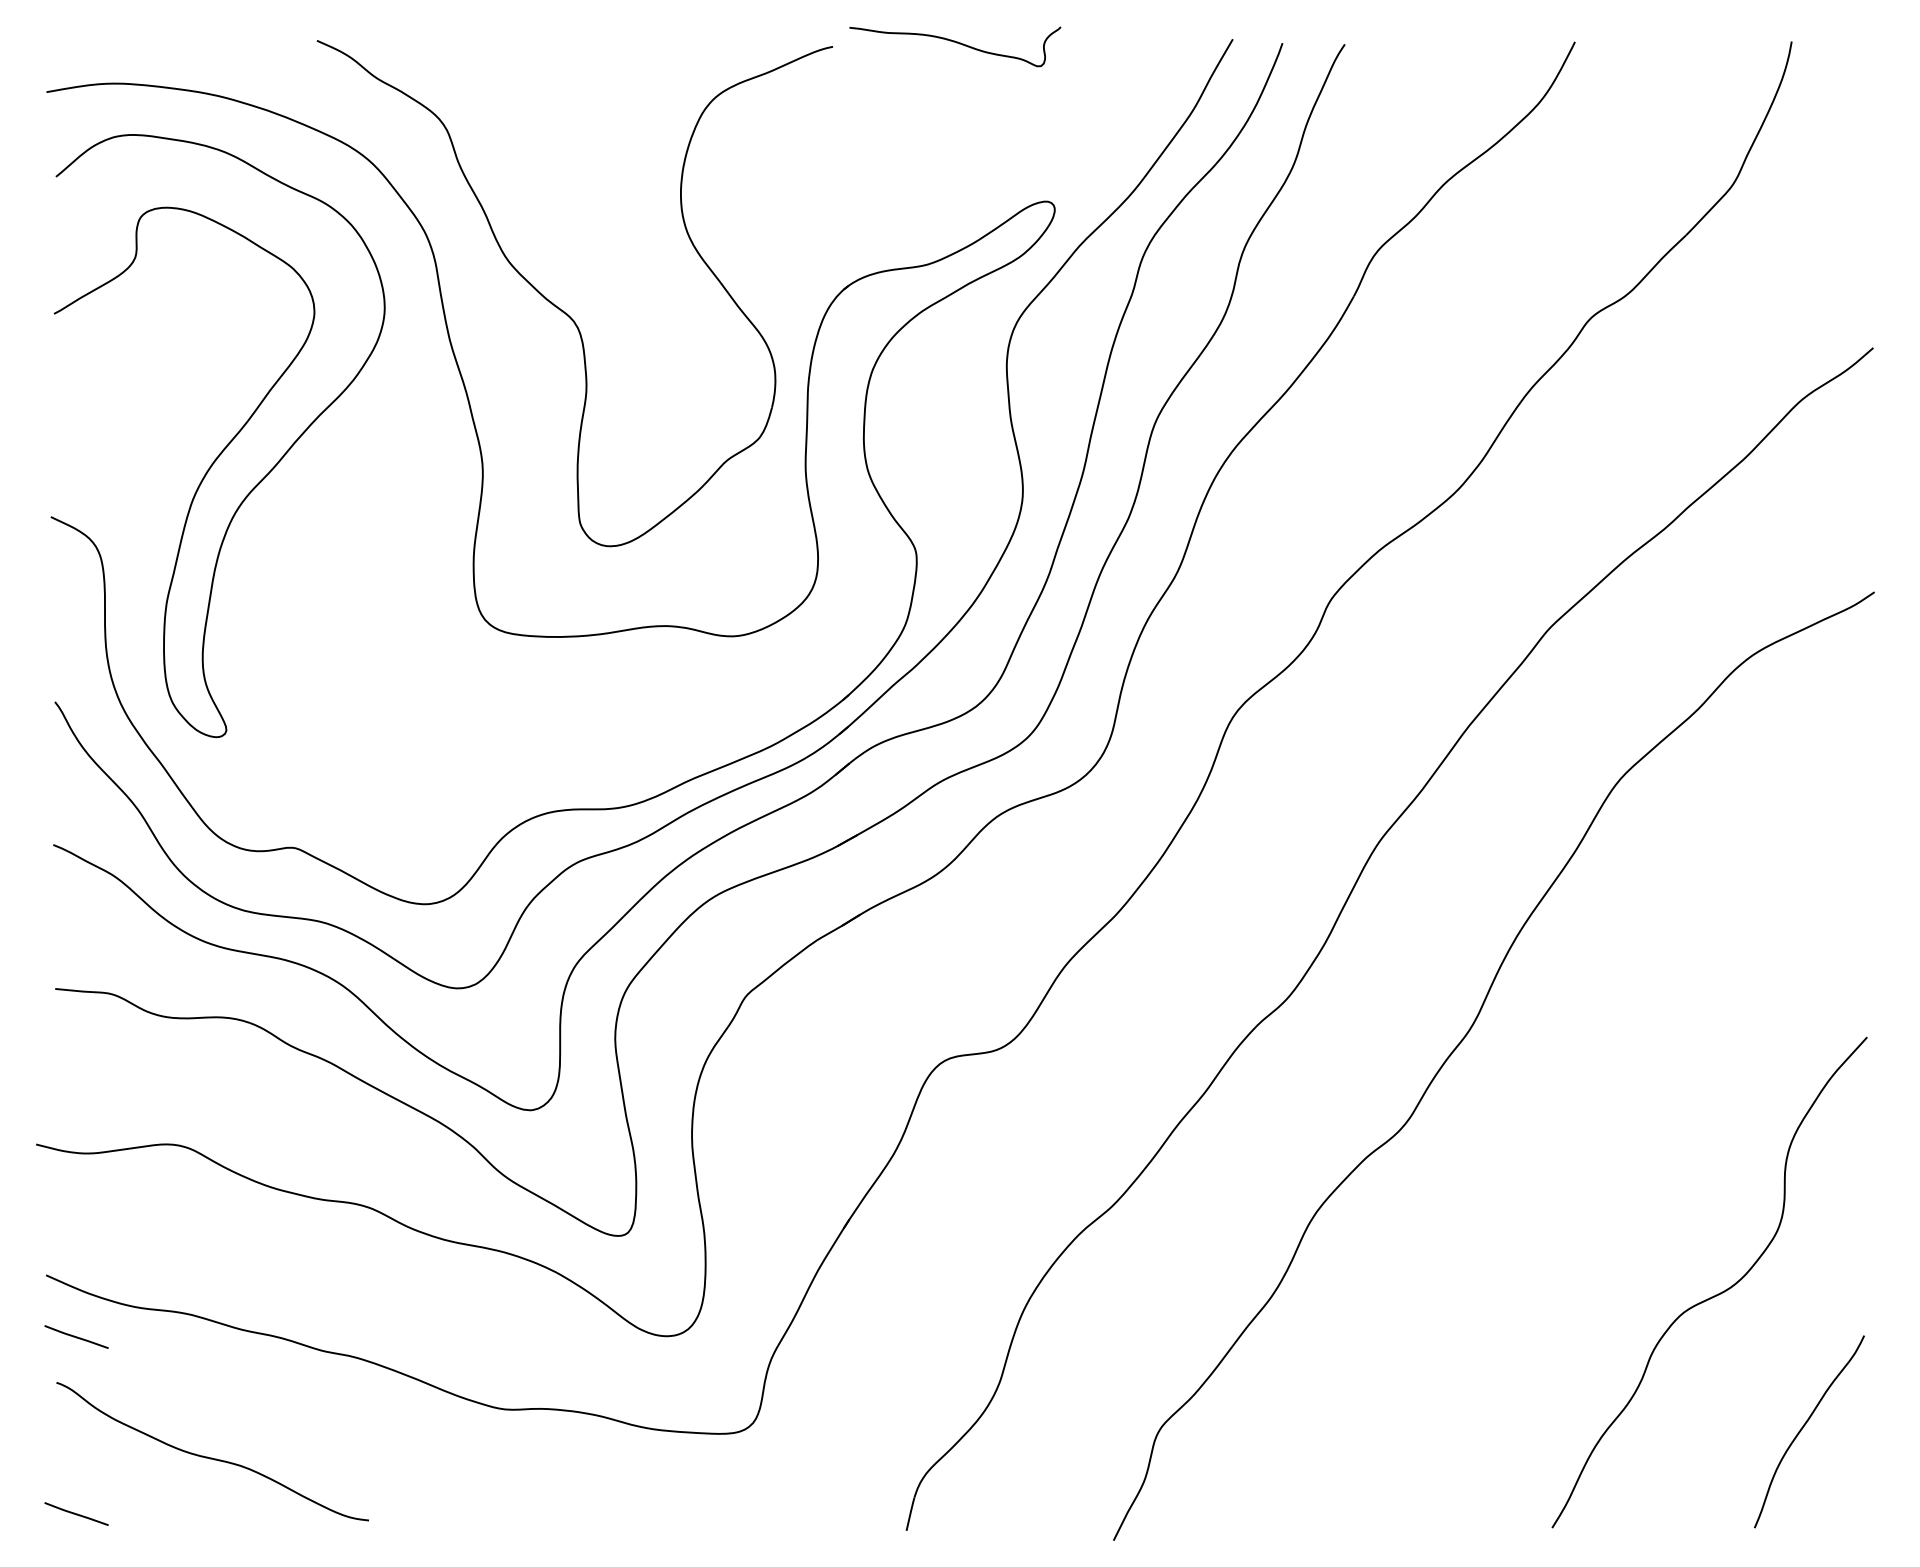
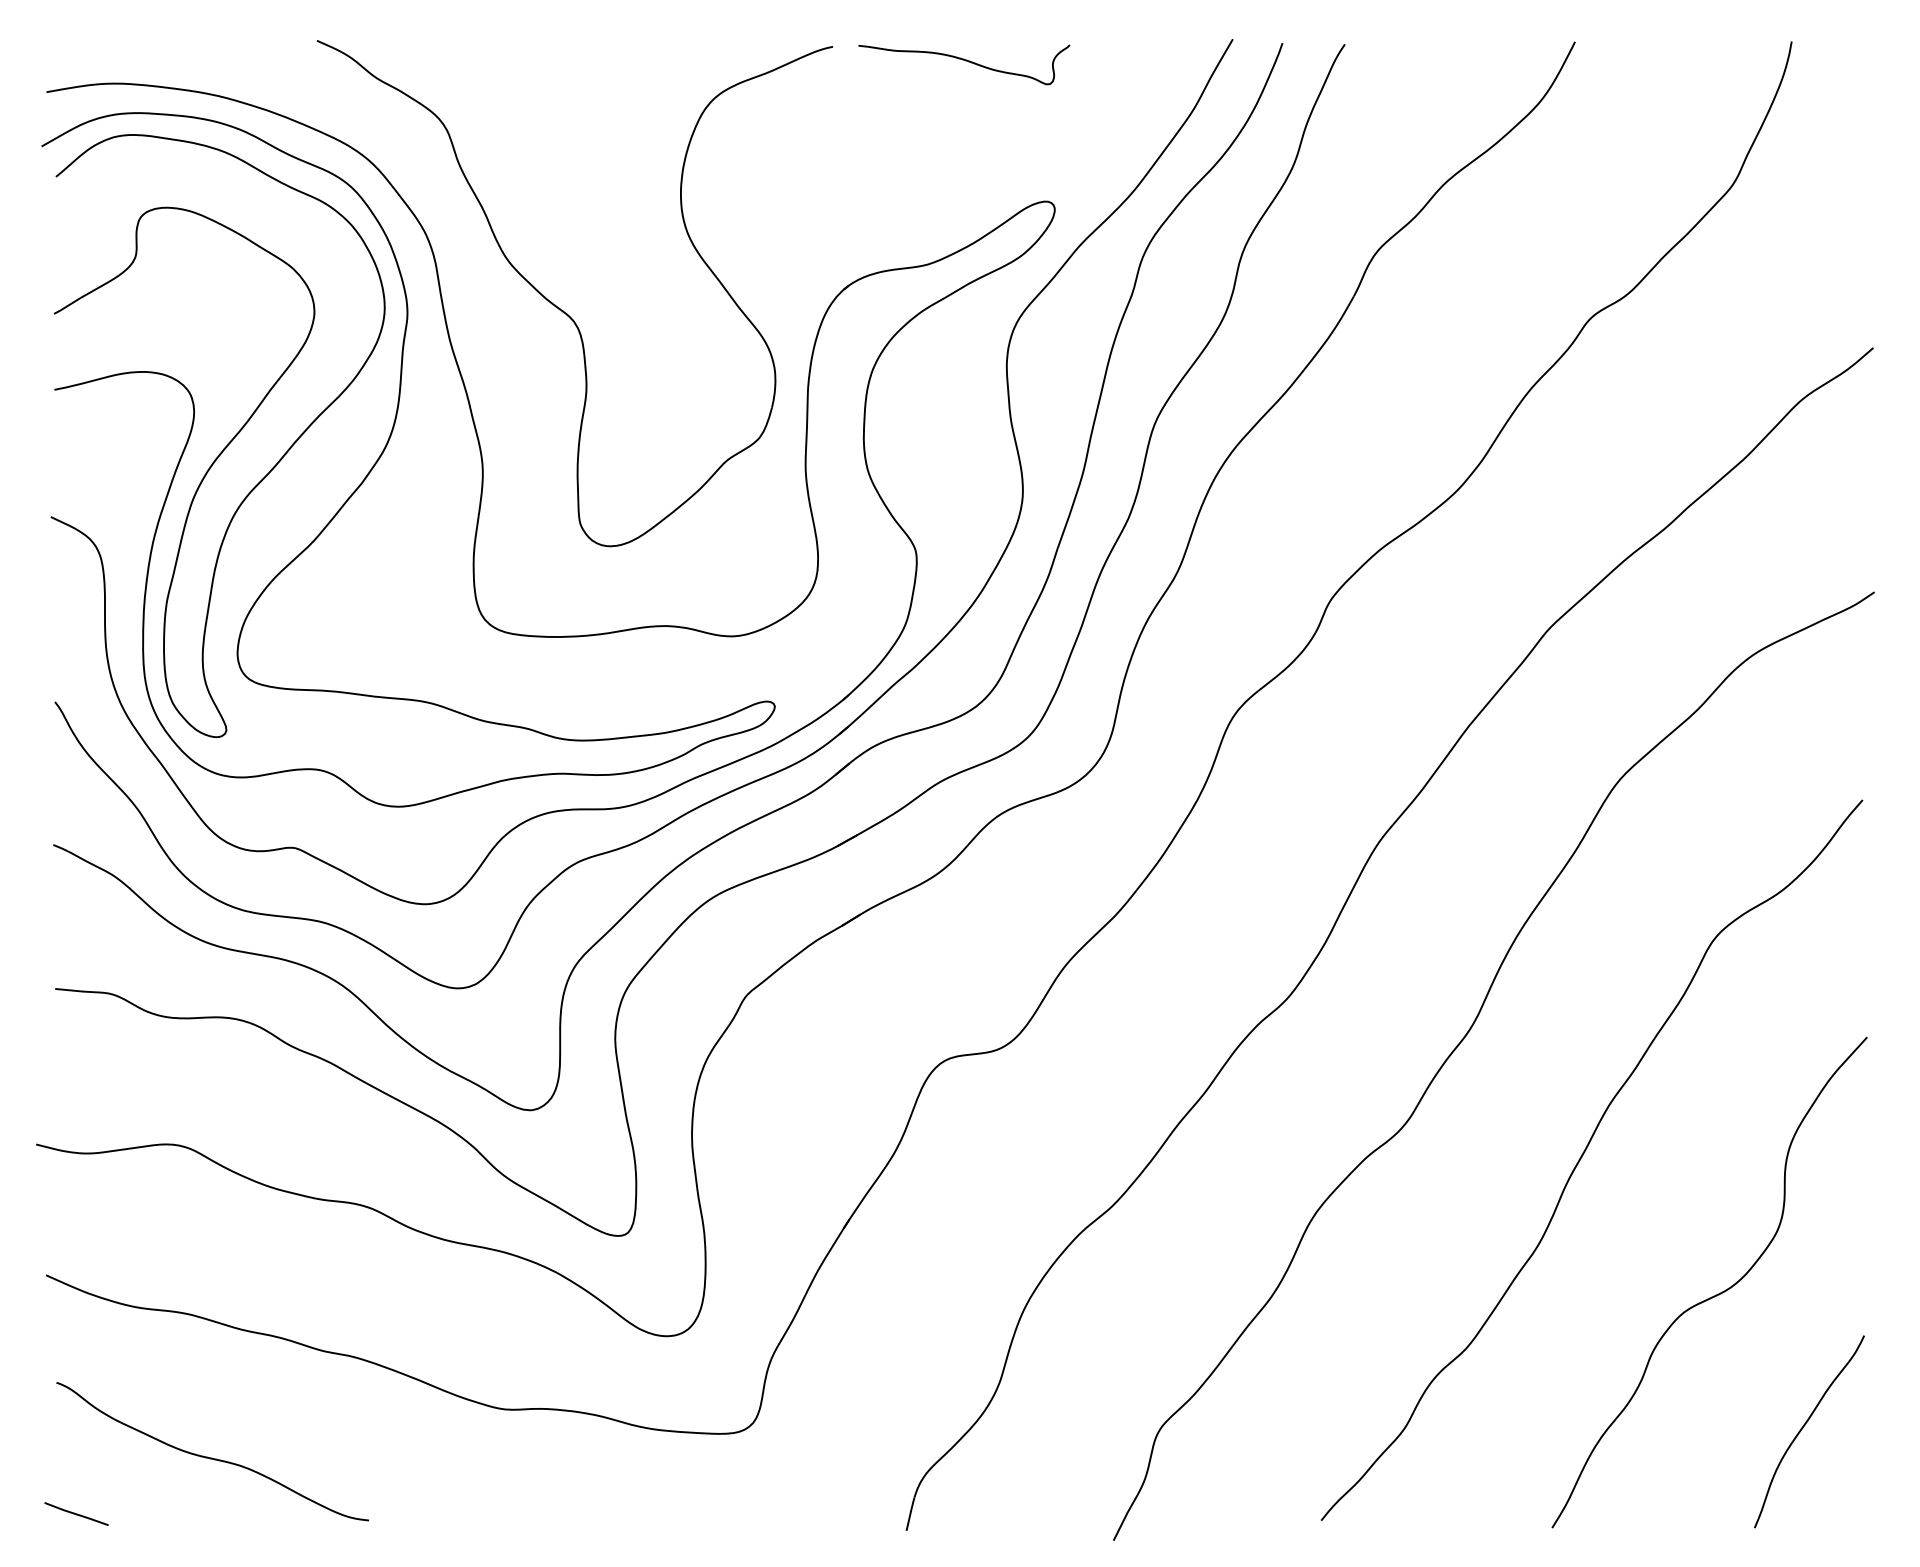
curve at (956, 43) position: (956, 43) -> (965, 61)
curve at (386, 447): none -> present
curve at (1583, 1155): none -> present
line at (76, 1336): present -> none
